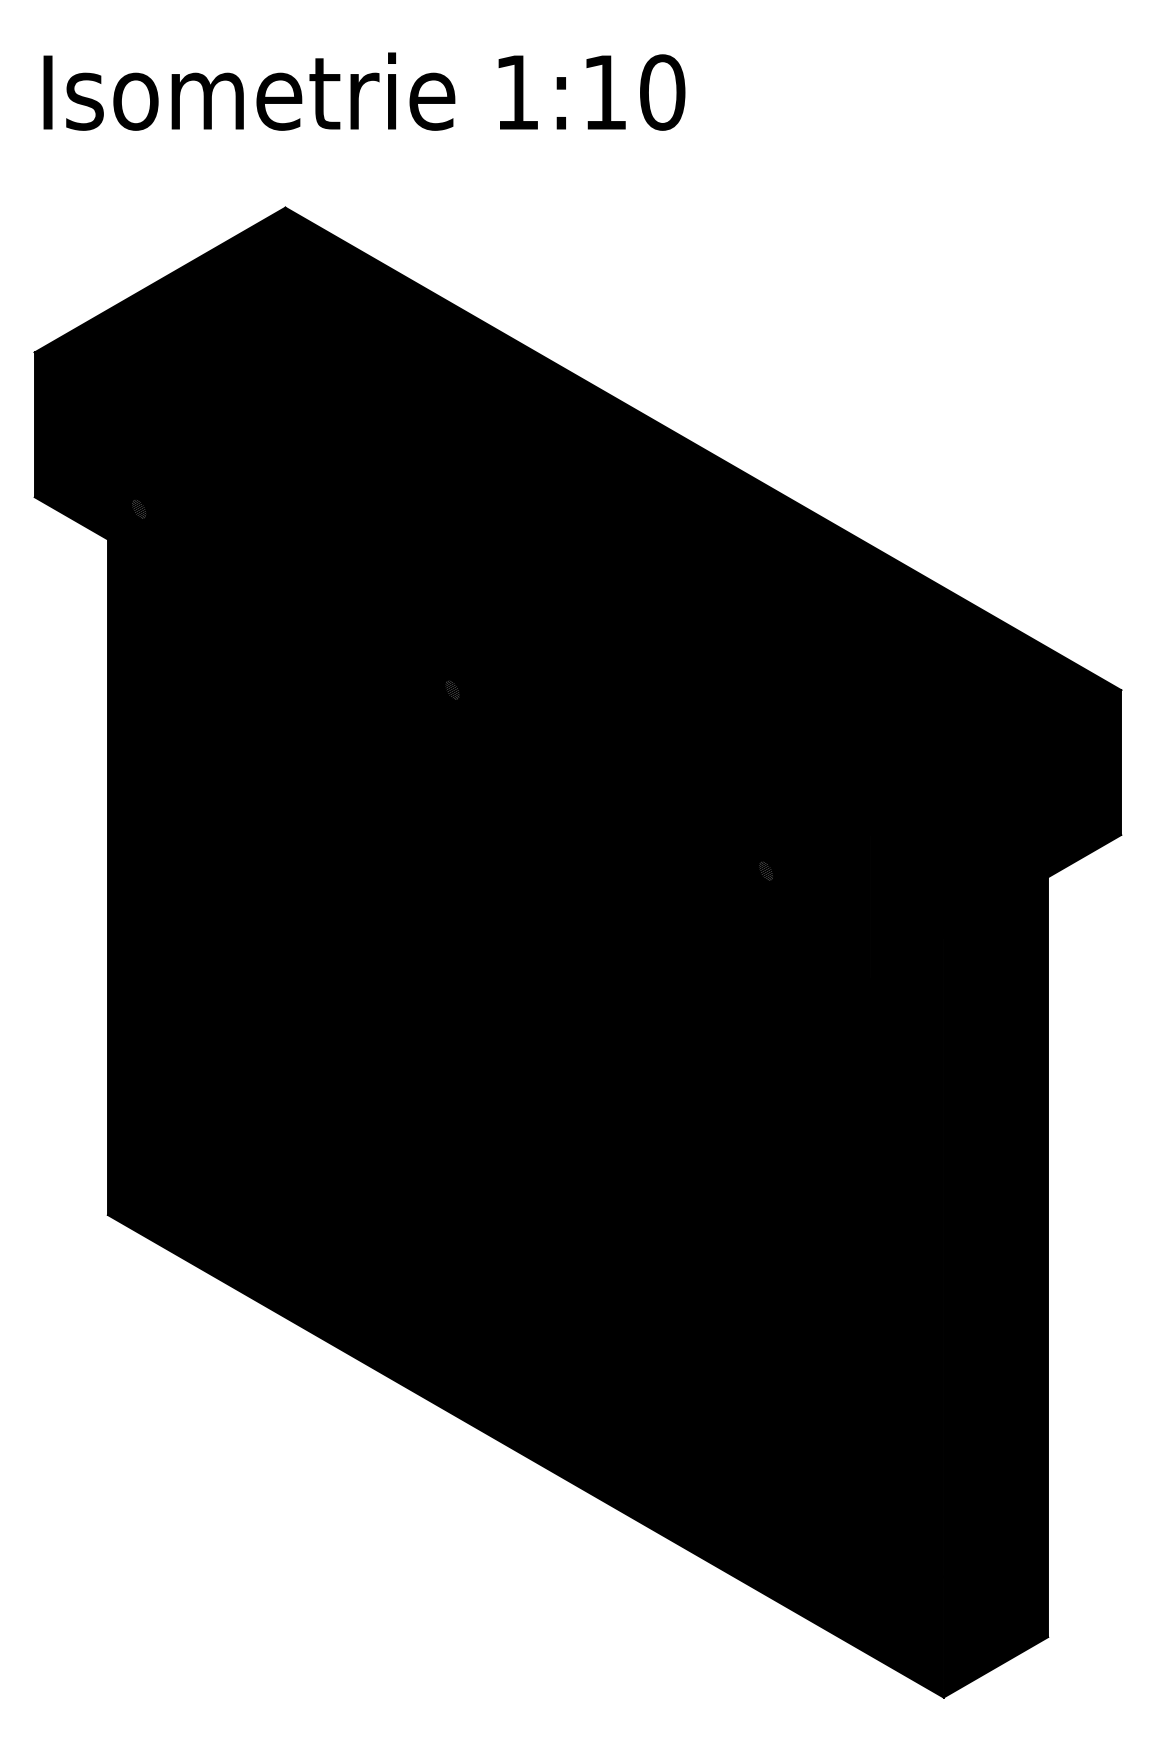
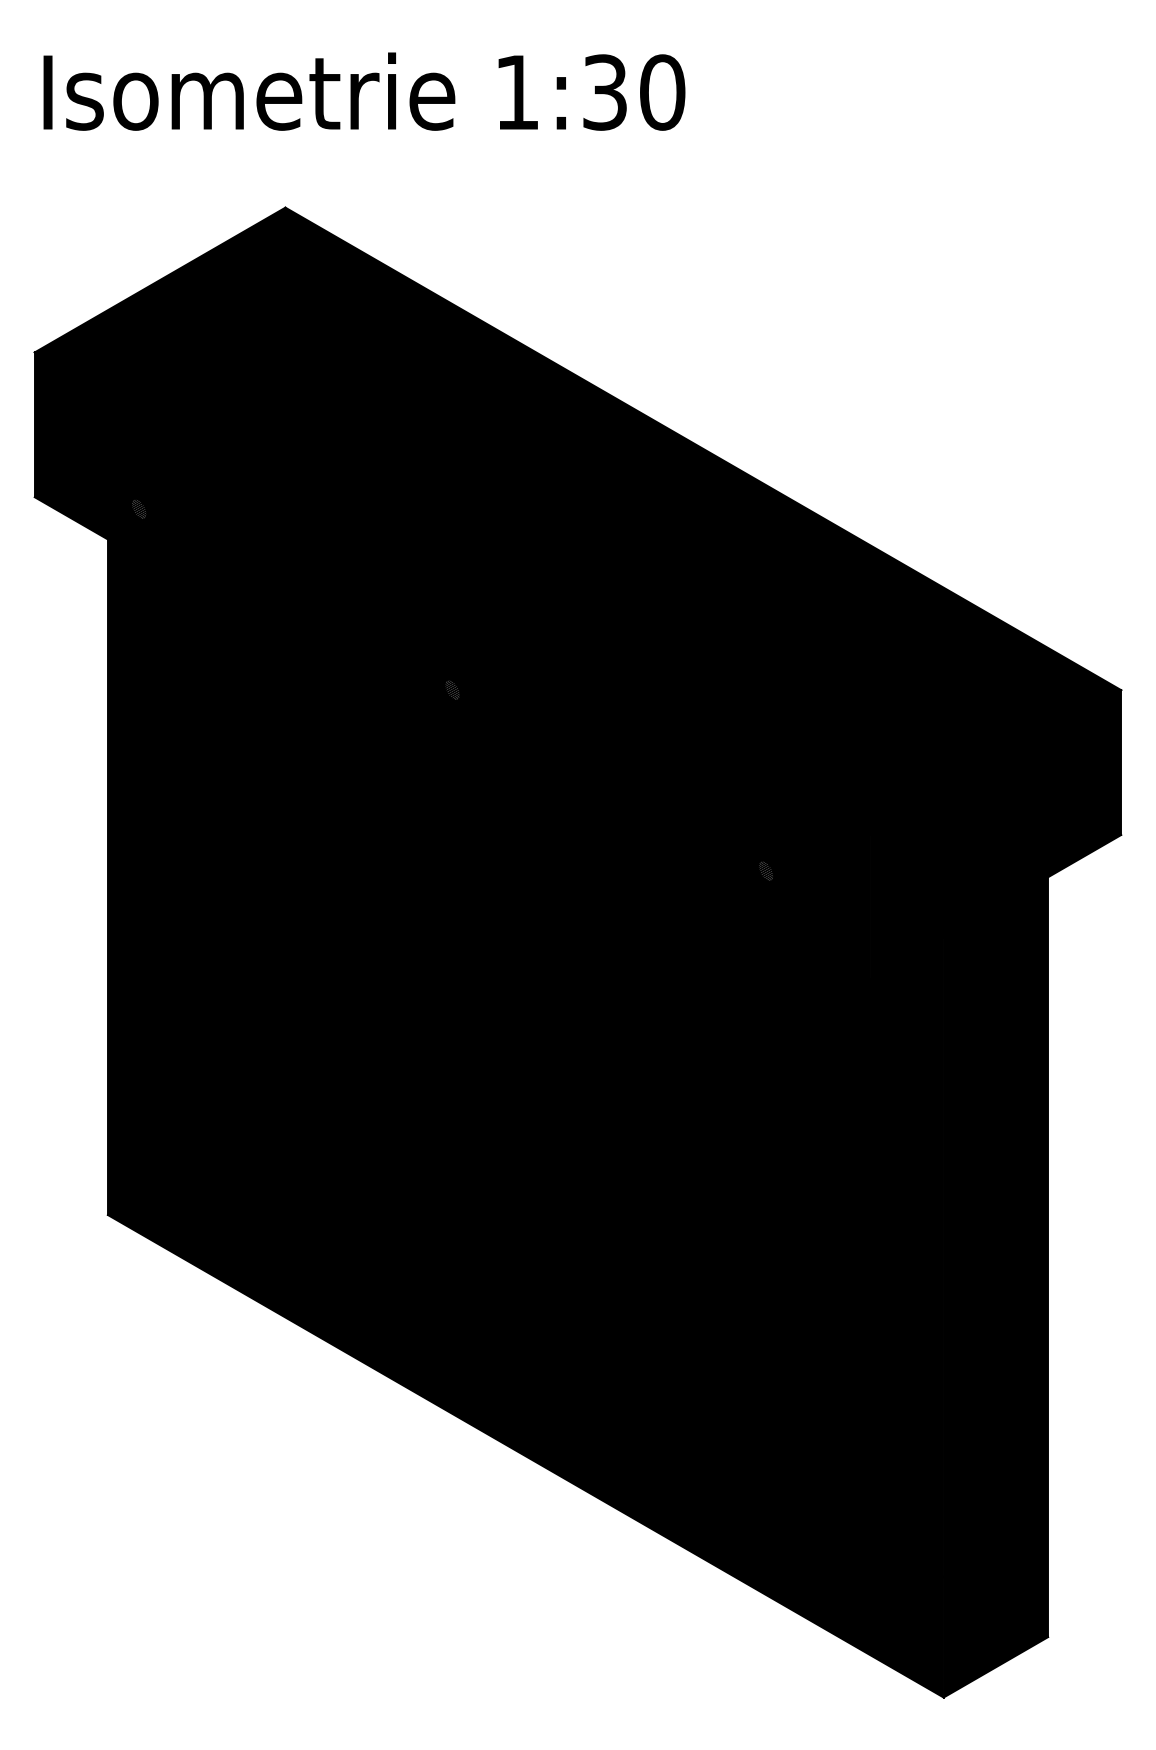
text at (604, 92): 1:10 -> 1:30
